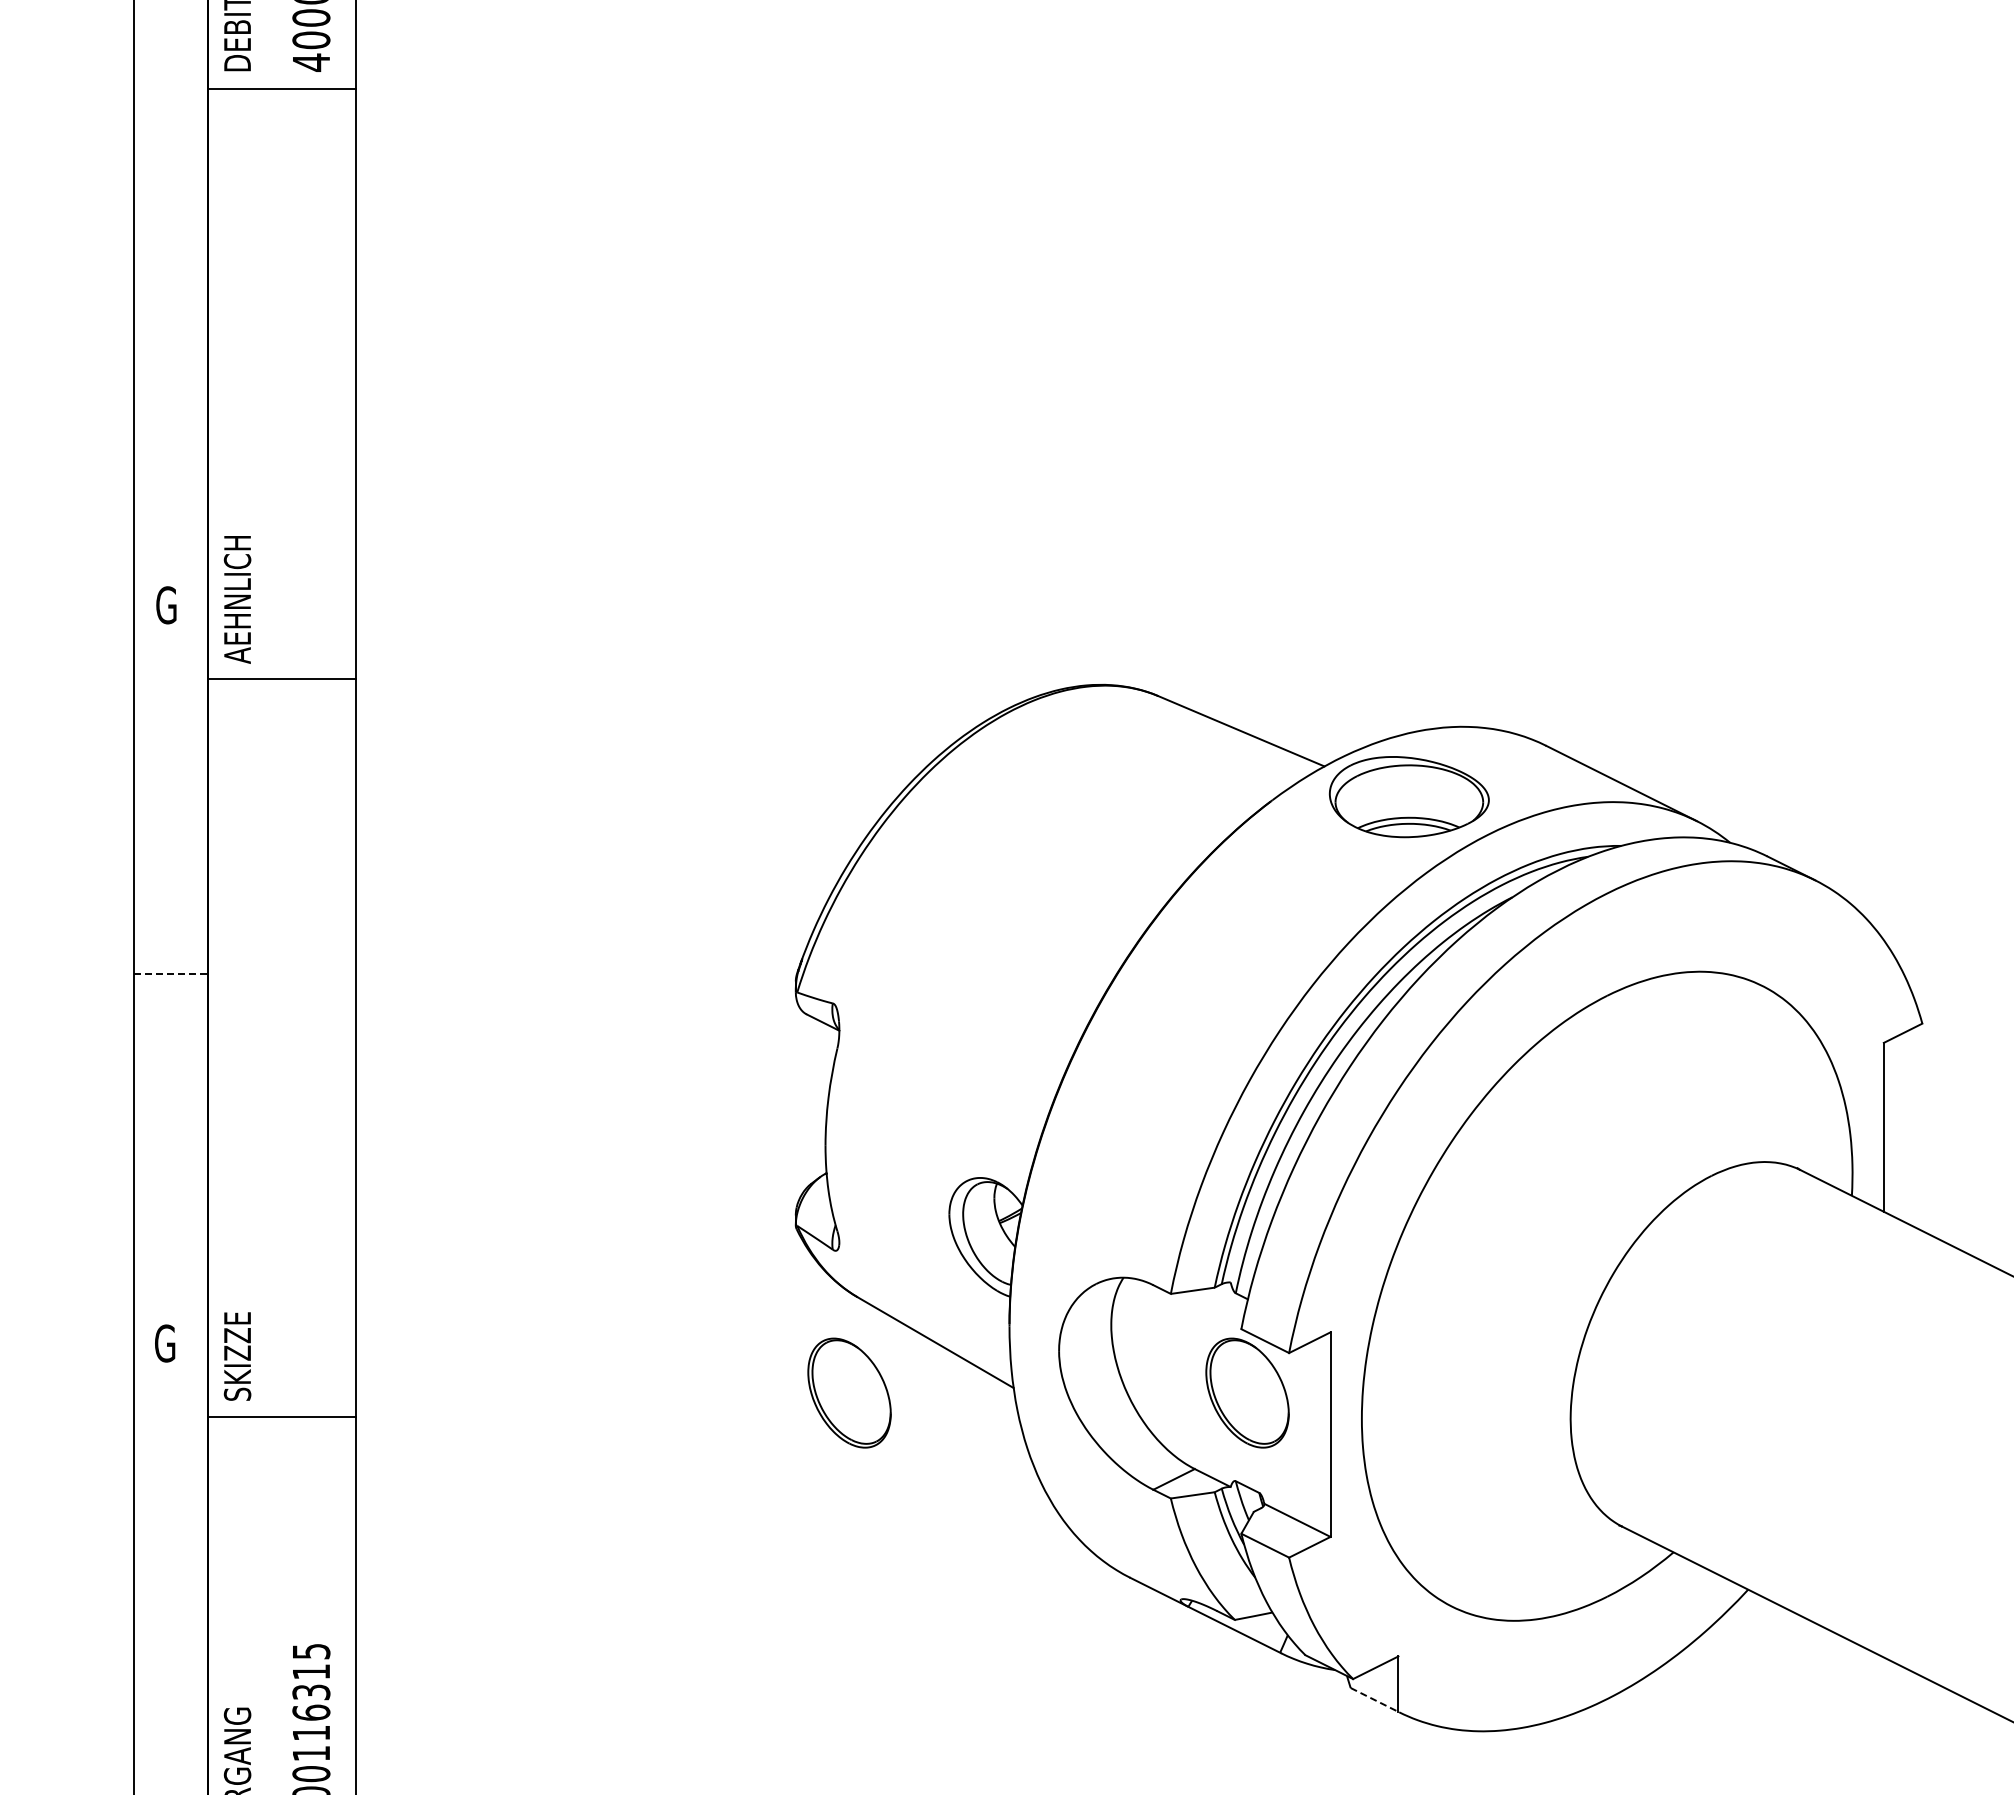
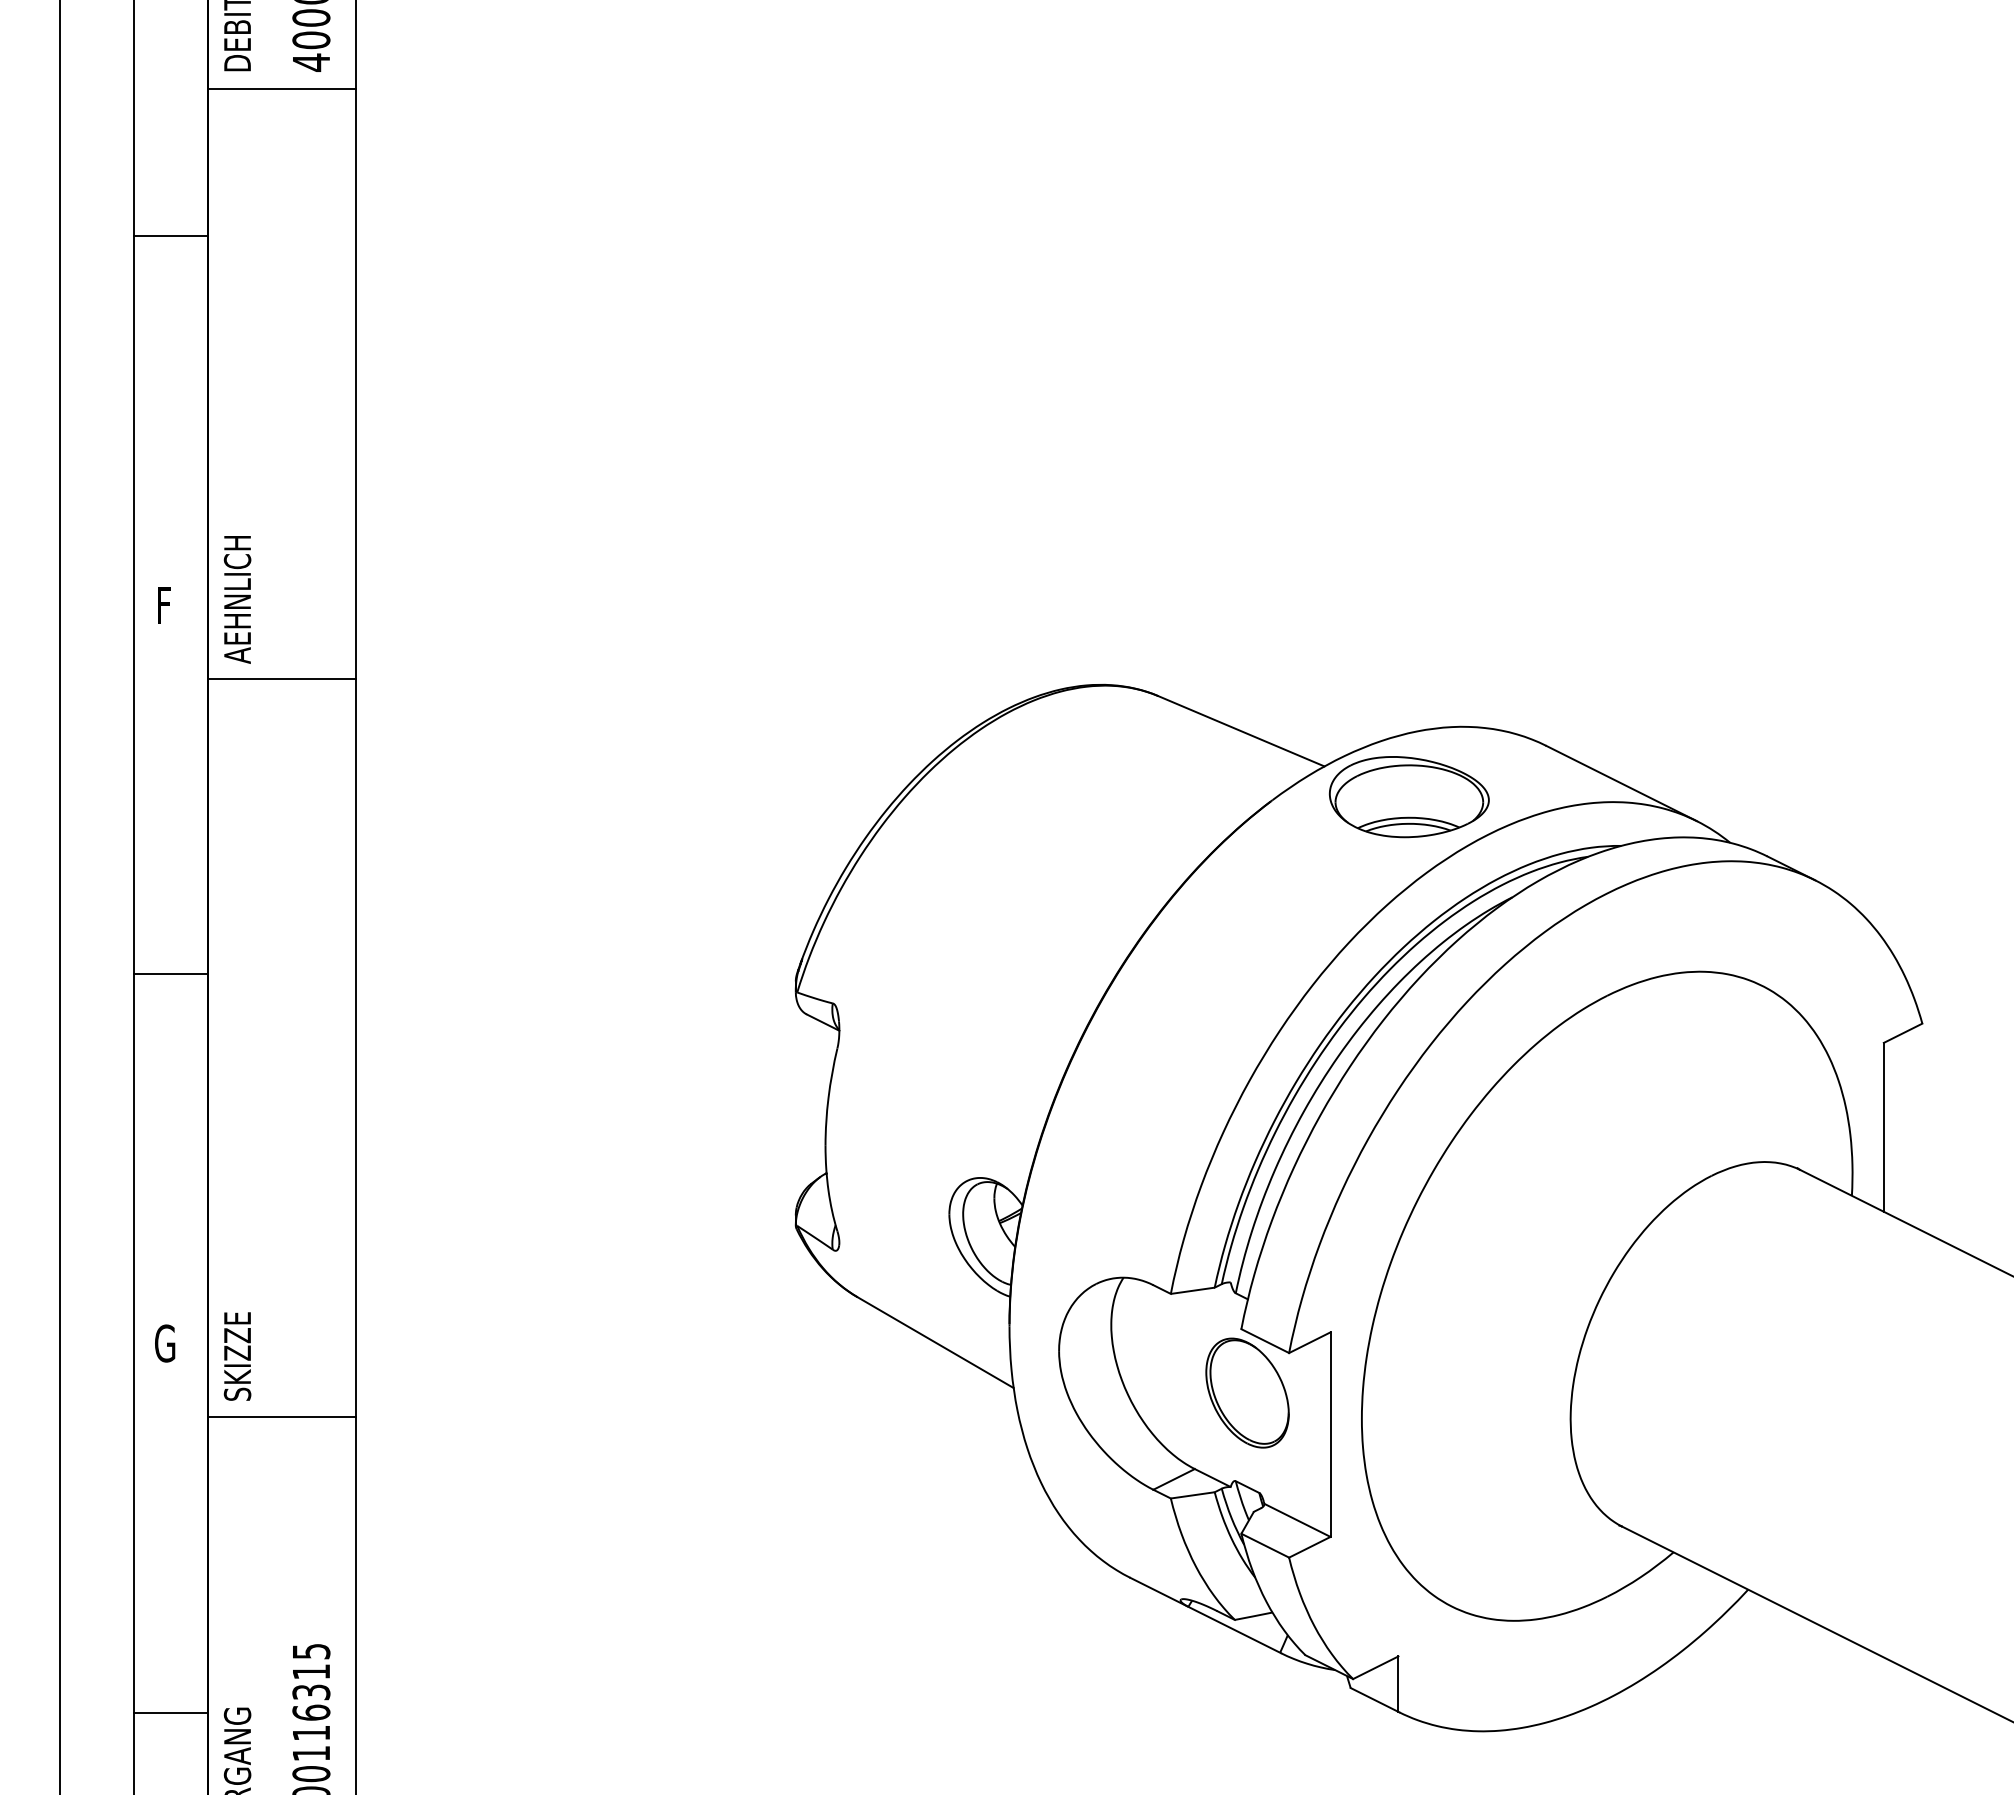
line at (171, 236): none -> present
text at (166, 605): G -> F
line at (60, 896): none -> present
line at (171, 974): dashed -> solid
part at (849, 1392): present -> none
line at (1375, 1700): dashed -> solid
line at (171, 1712): none -> present
